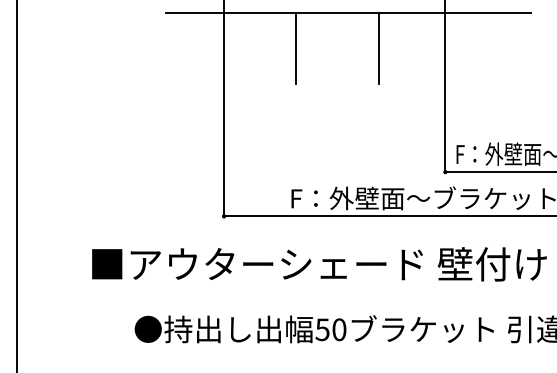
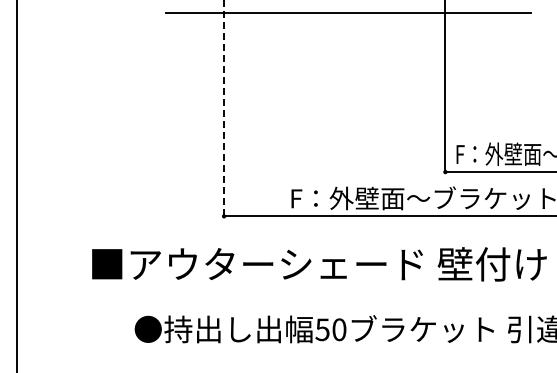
line at (295, 47): present -> none
line at (378, 47): present -> none
line at (224, 109): solid -> dashed
